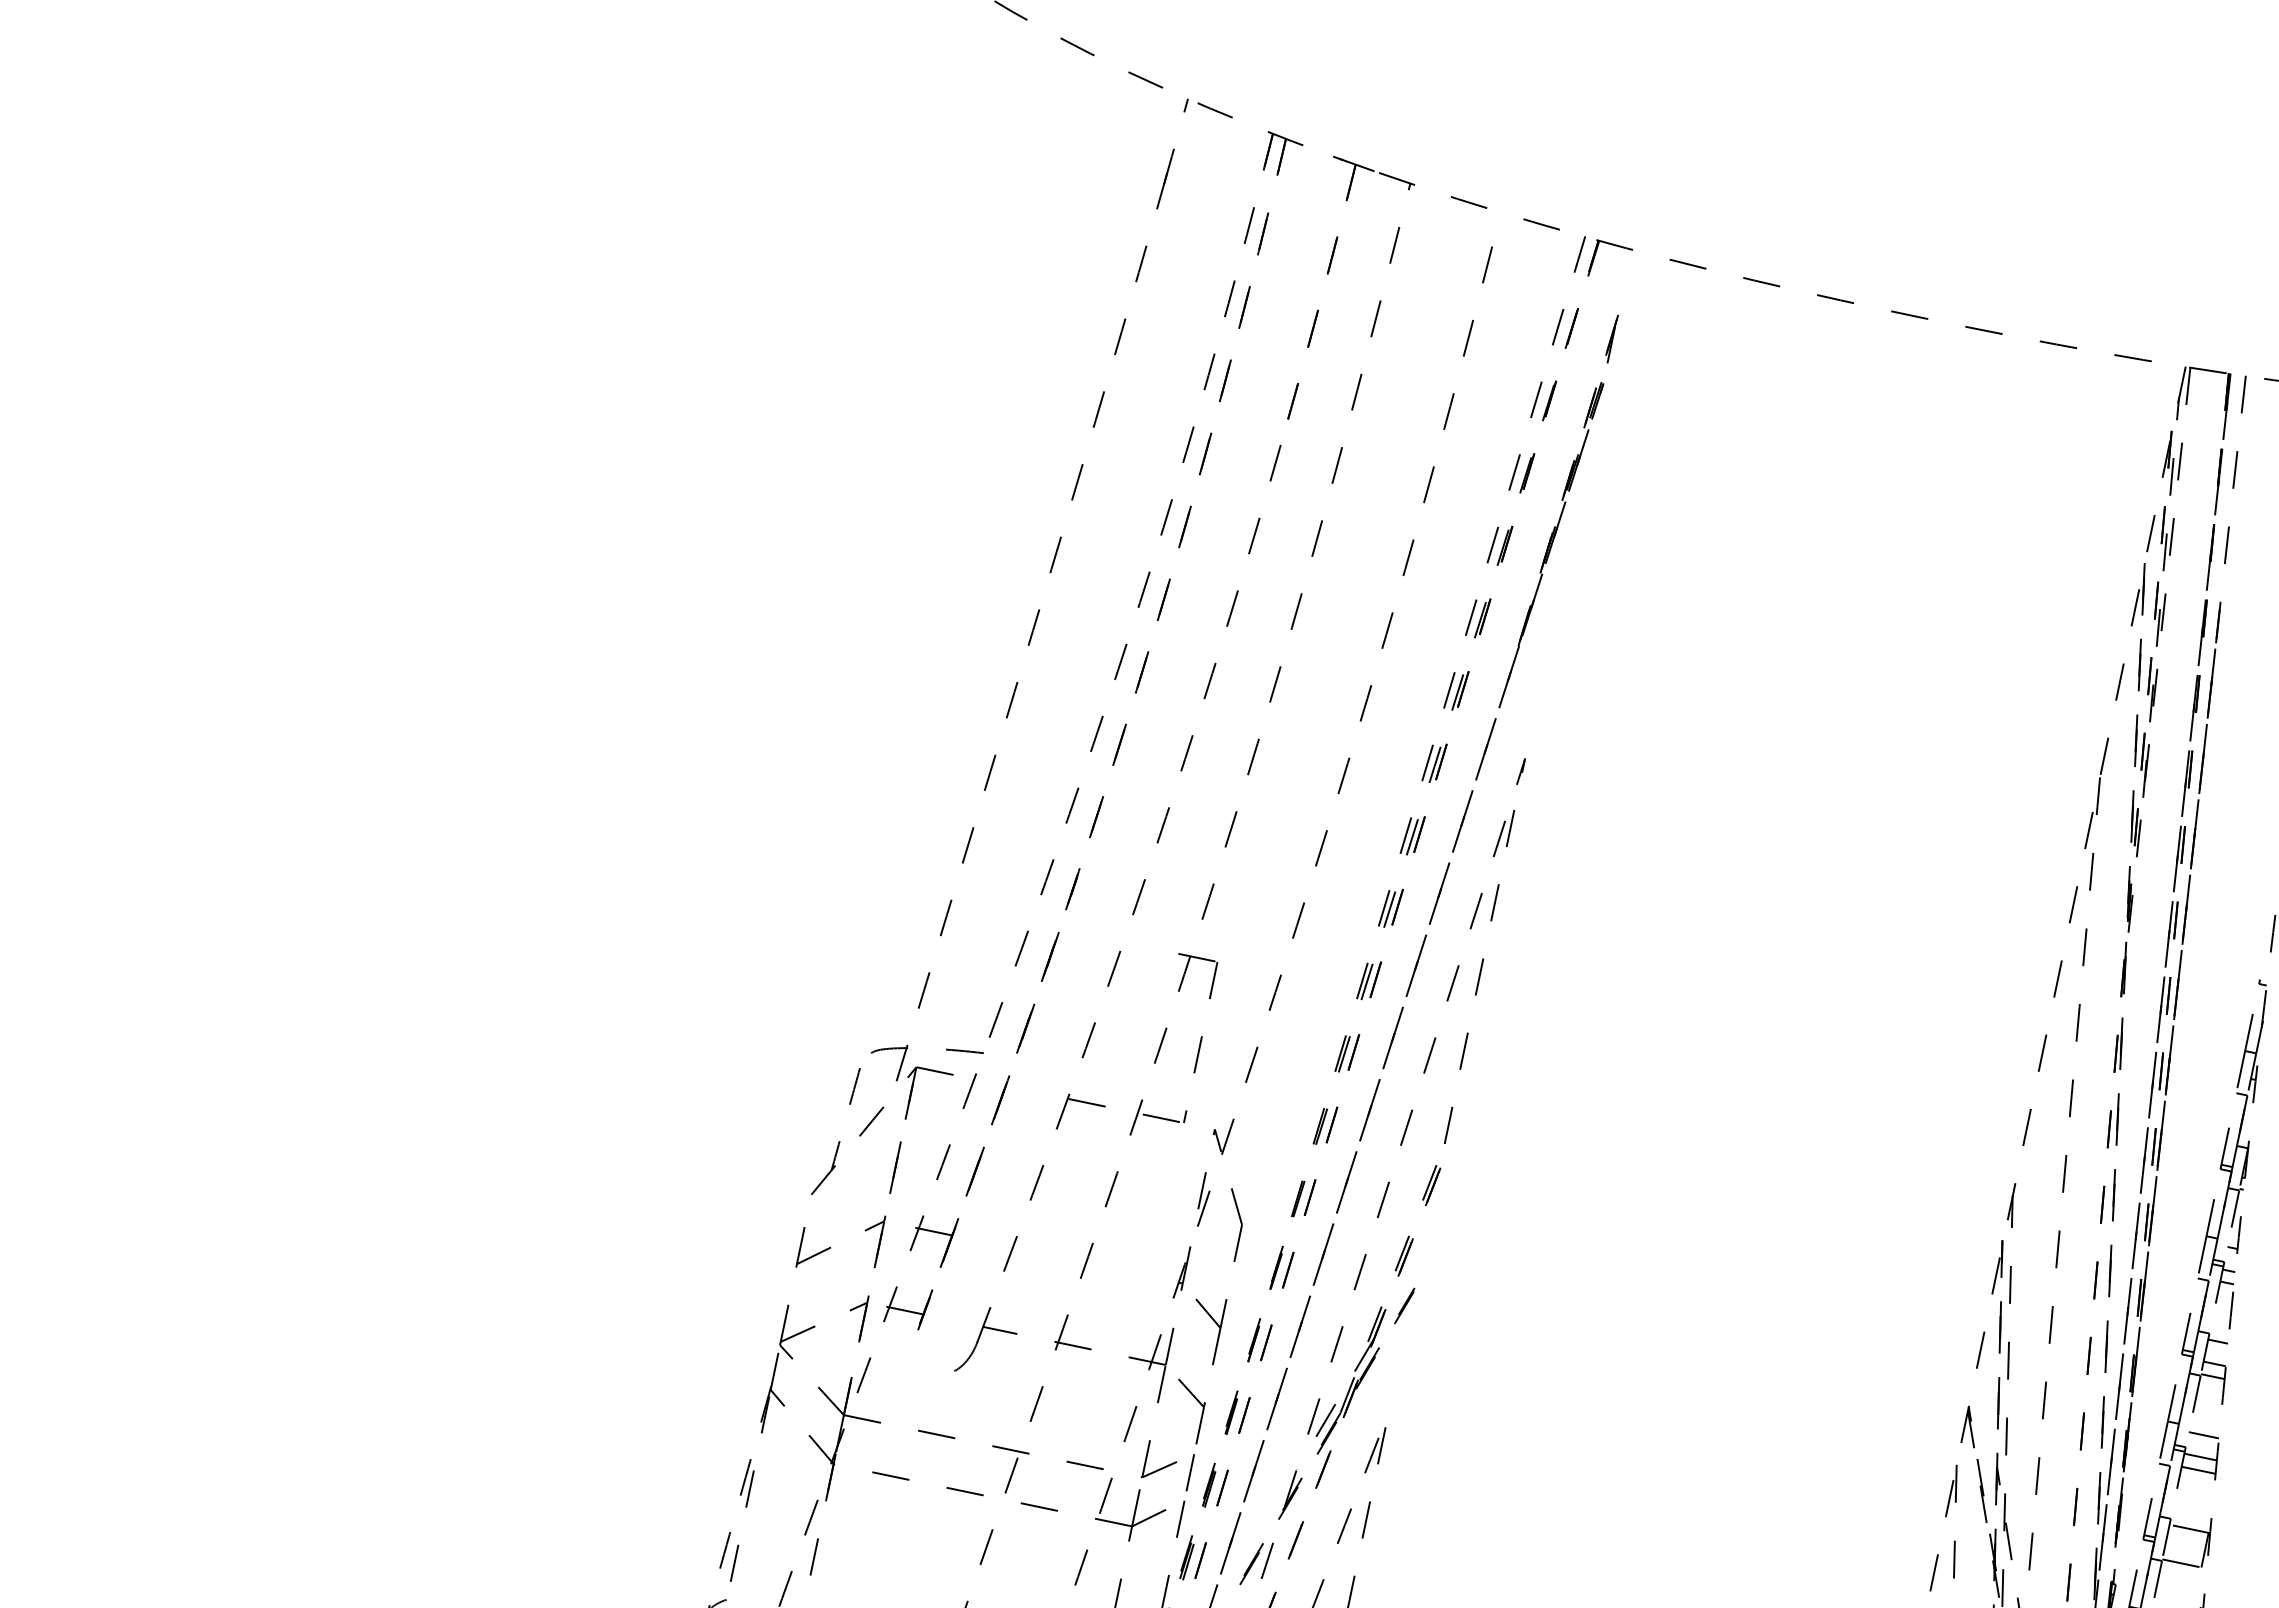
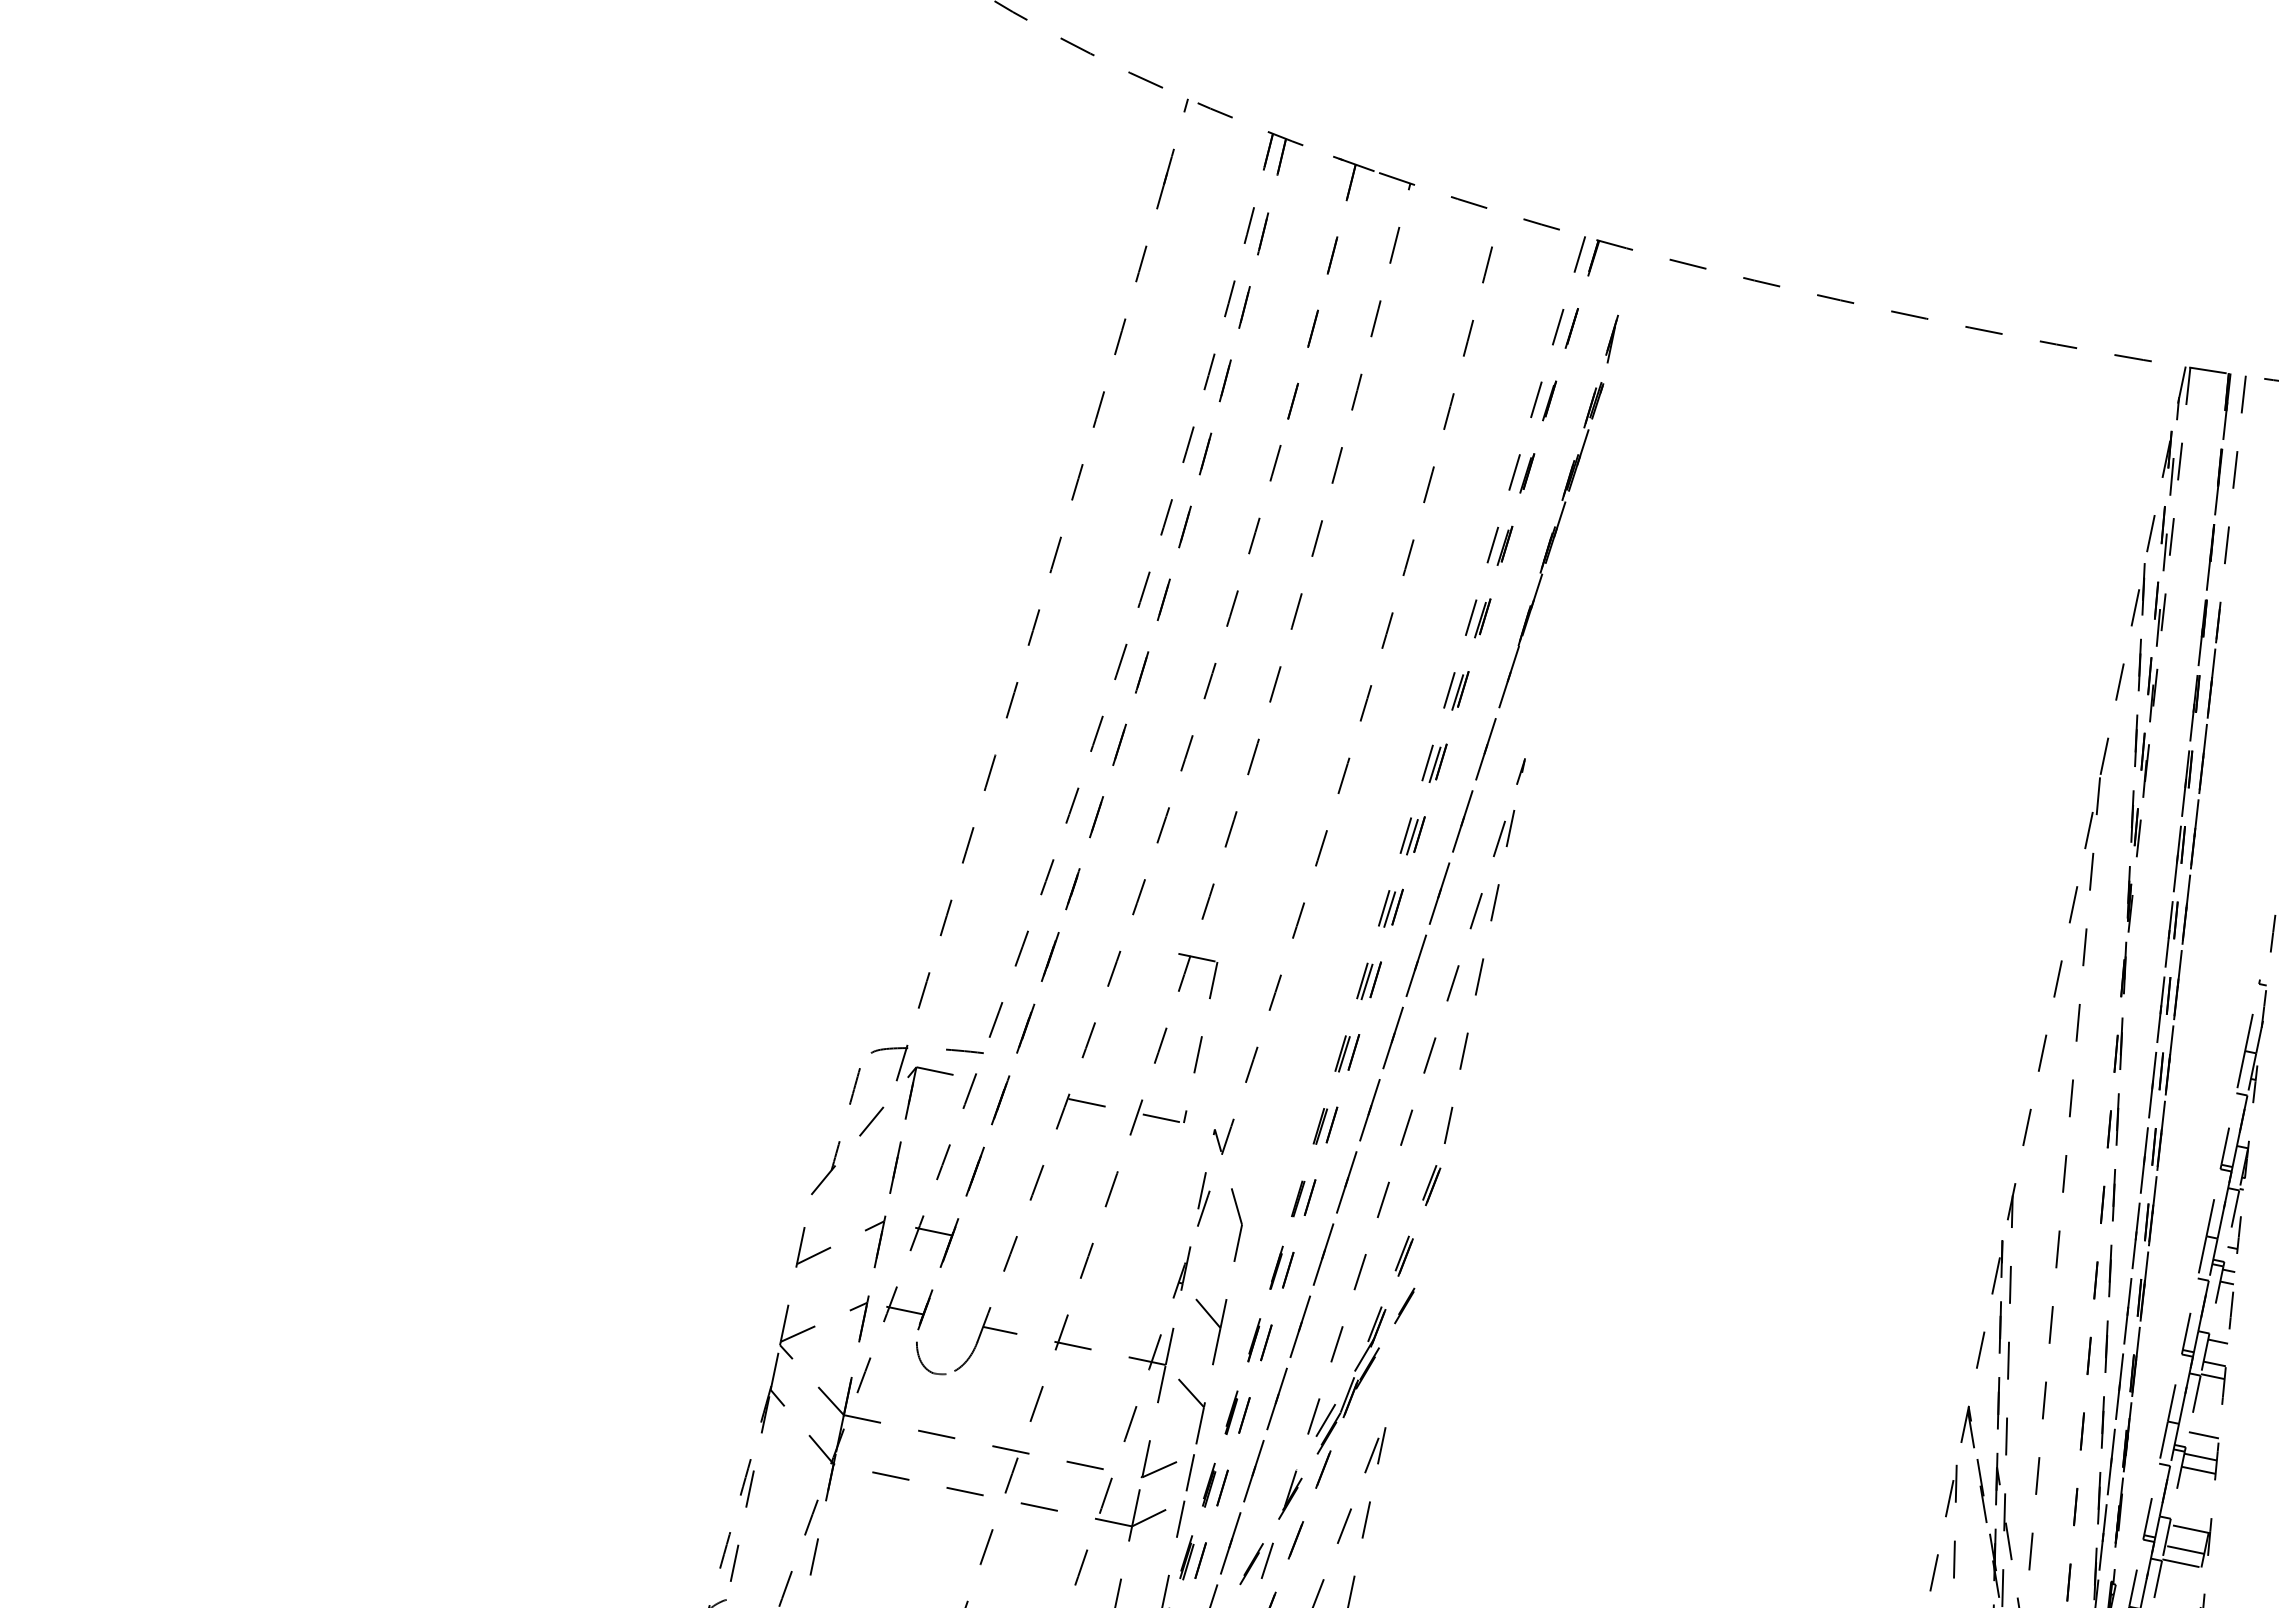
part at (923, 1363): none -> present
line at (2184, 1549): none -> present
